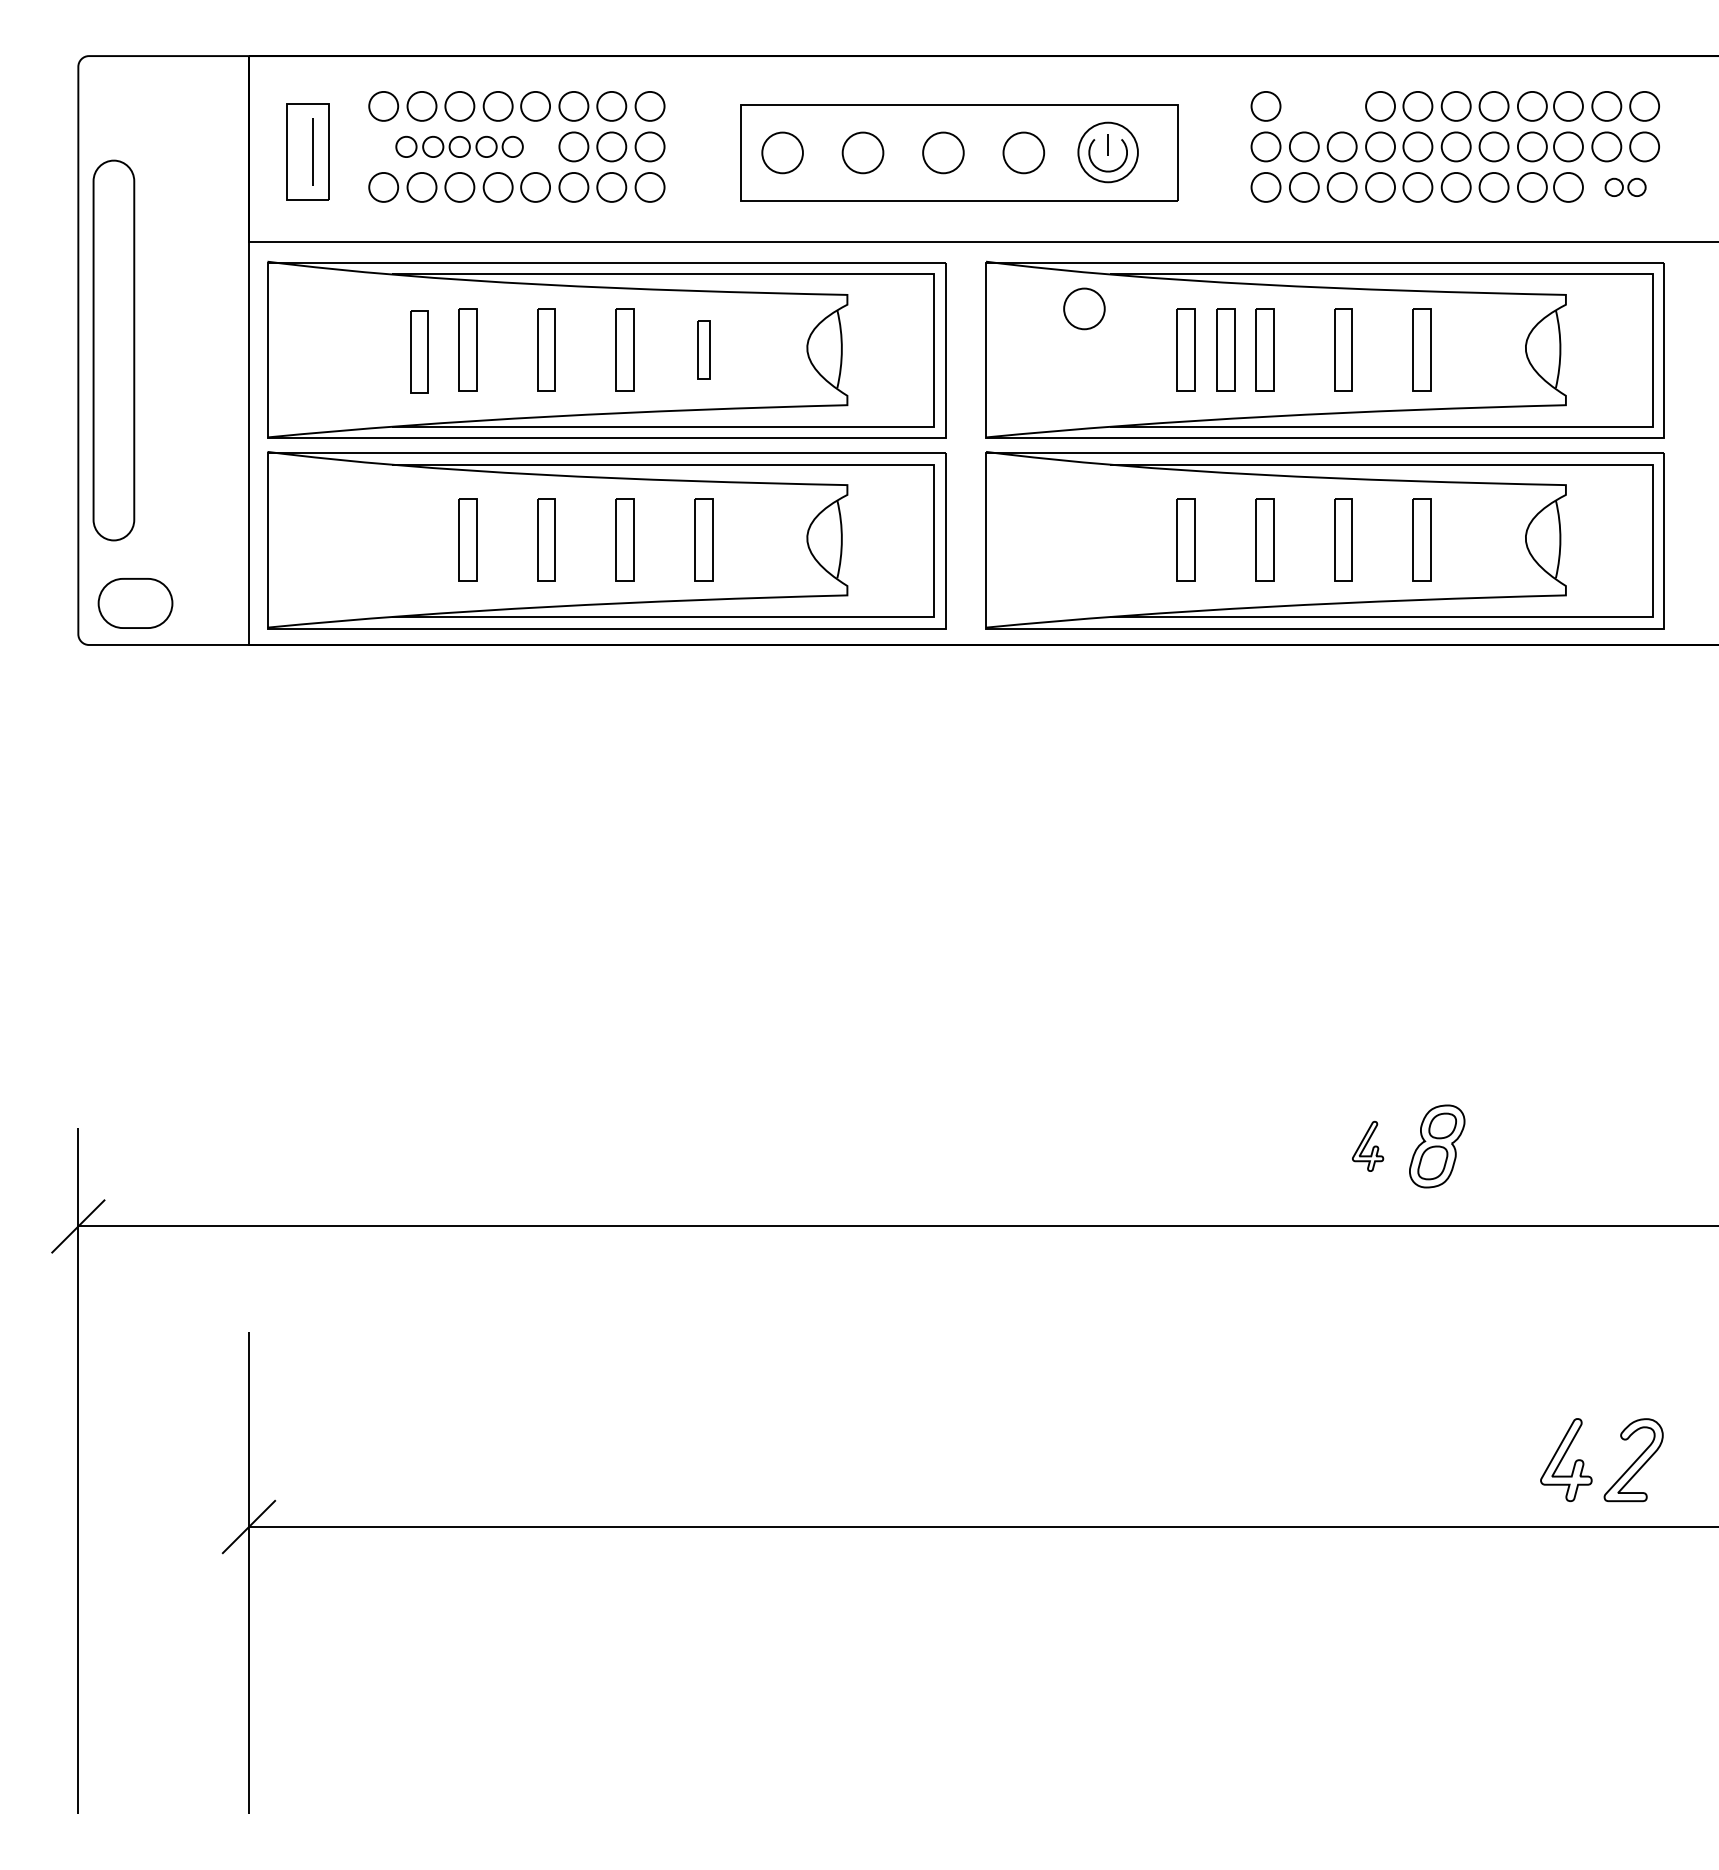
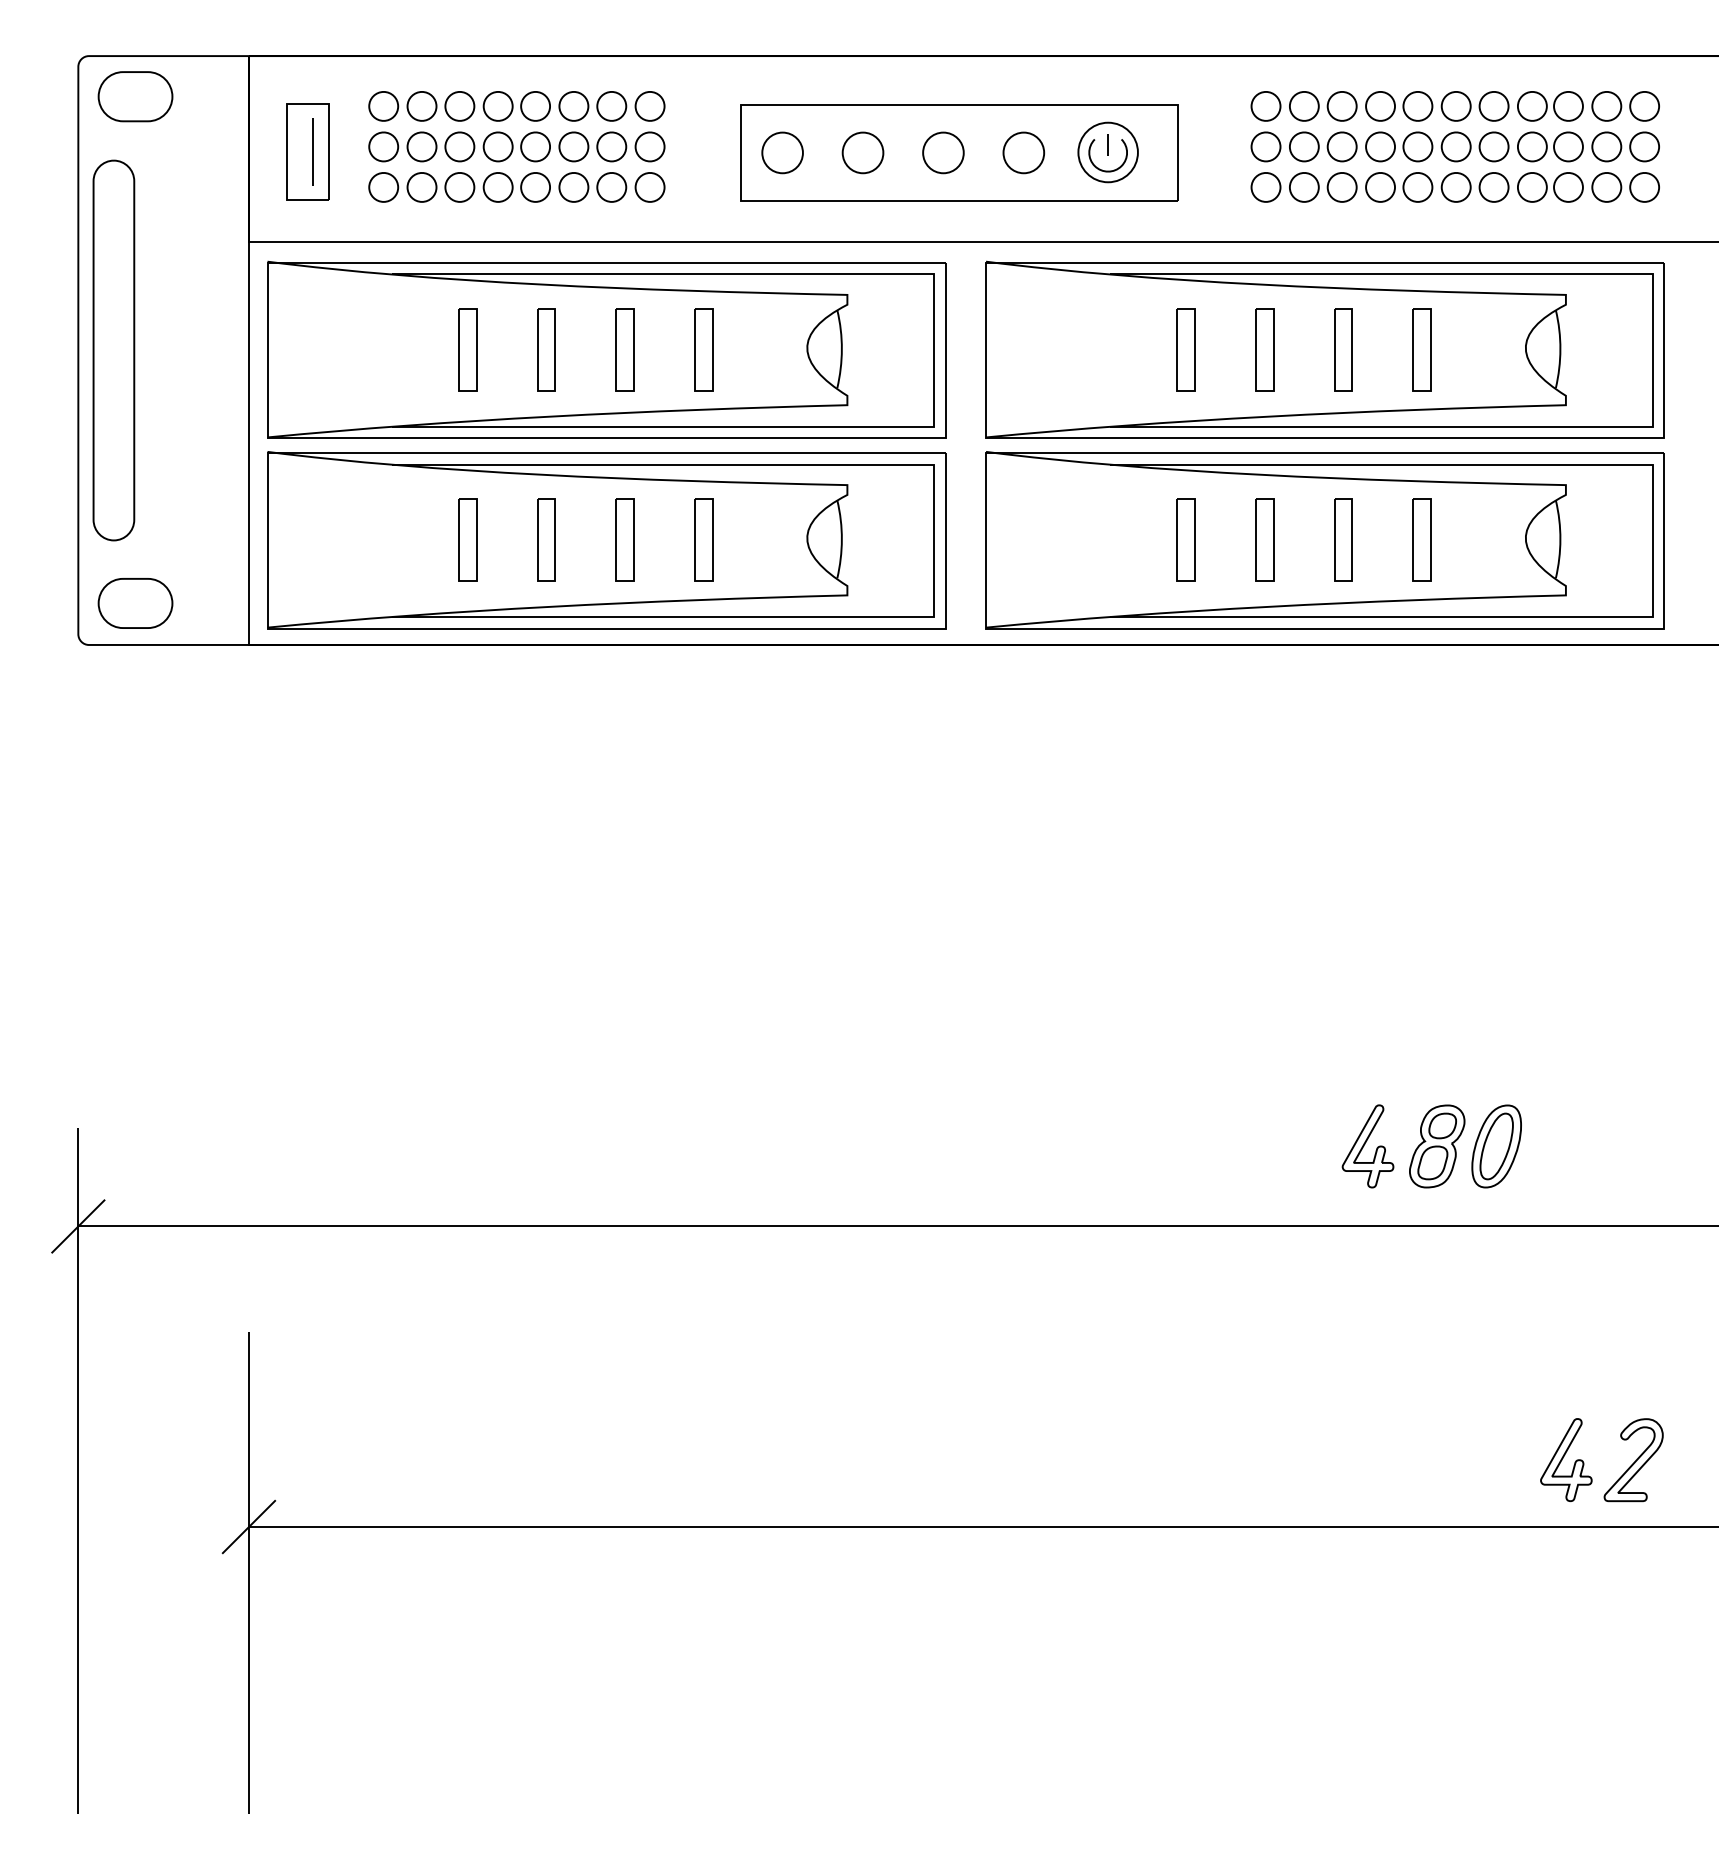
part at (135, 96): none -> present
part at (1323, 106): none -> present
part at (459, 146) size: 129x23 px -> 183x32 px
part at (1625, 186) size: 43x20 px -> 69x31 px
part at (1084, 308): present -> none
part at (703, 349) size: 14x60 px -> 20x84 px
part at (1225, 349): present -> none
part at (419, 351): present -> none
part at (1368, 1145) size: 33x52 px -> 54x85 px
part at (1496, 1146): none -> present
